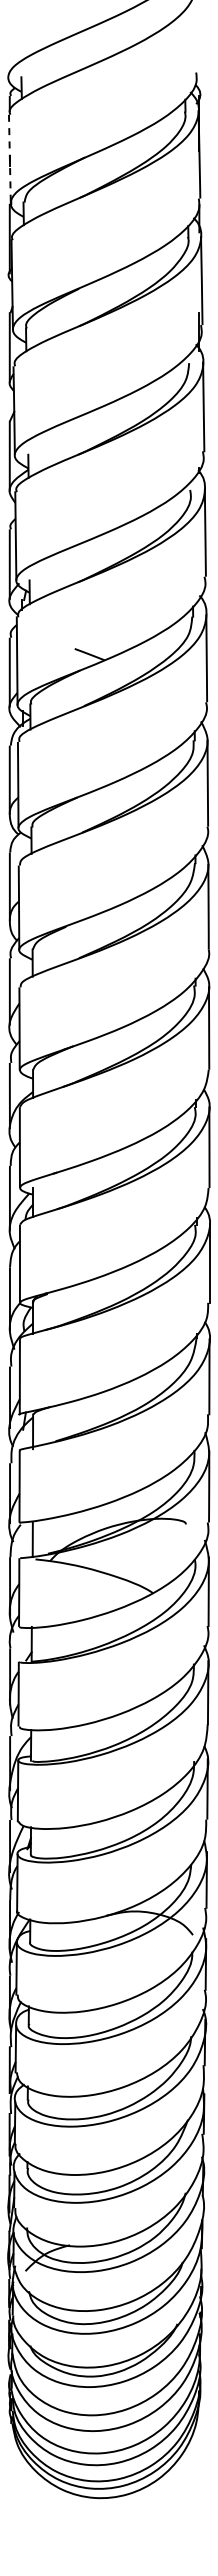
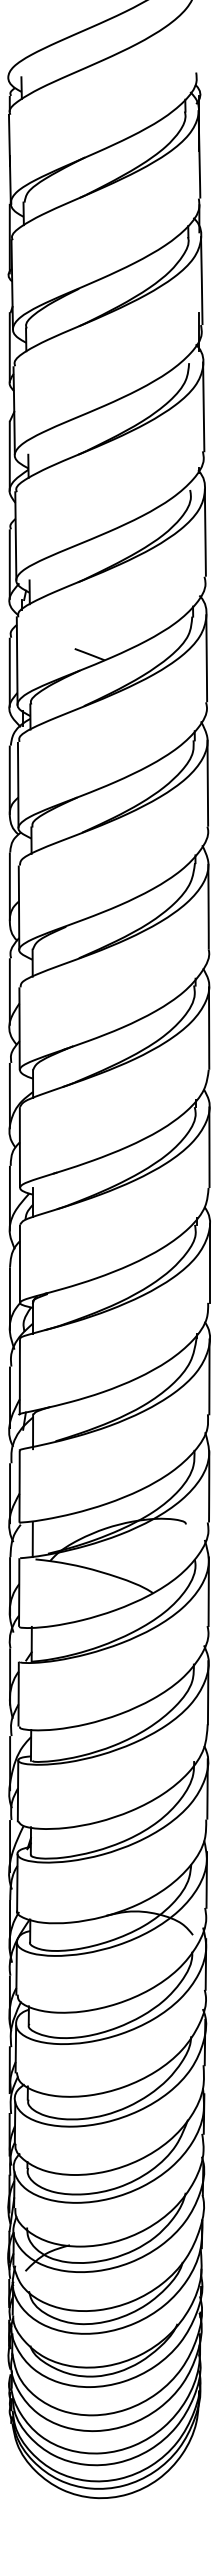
line at (9, 158): dashed -> solid
